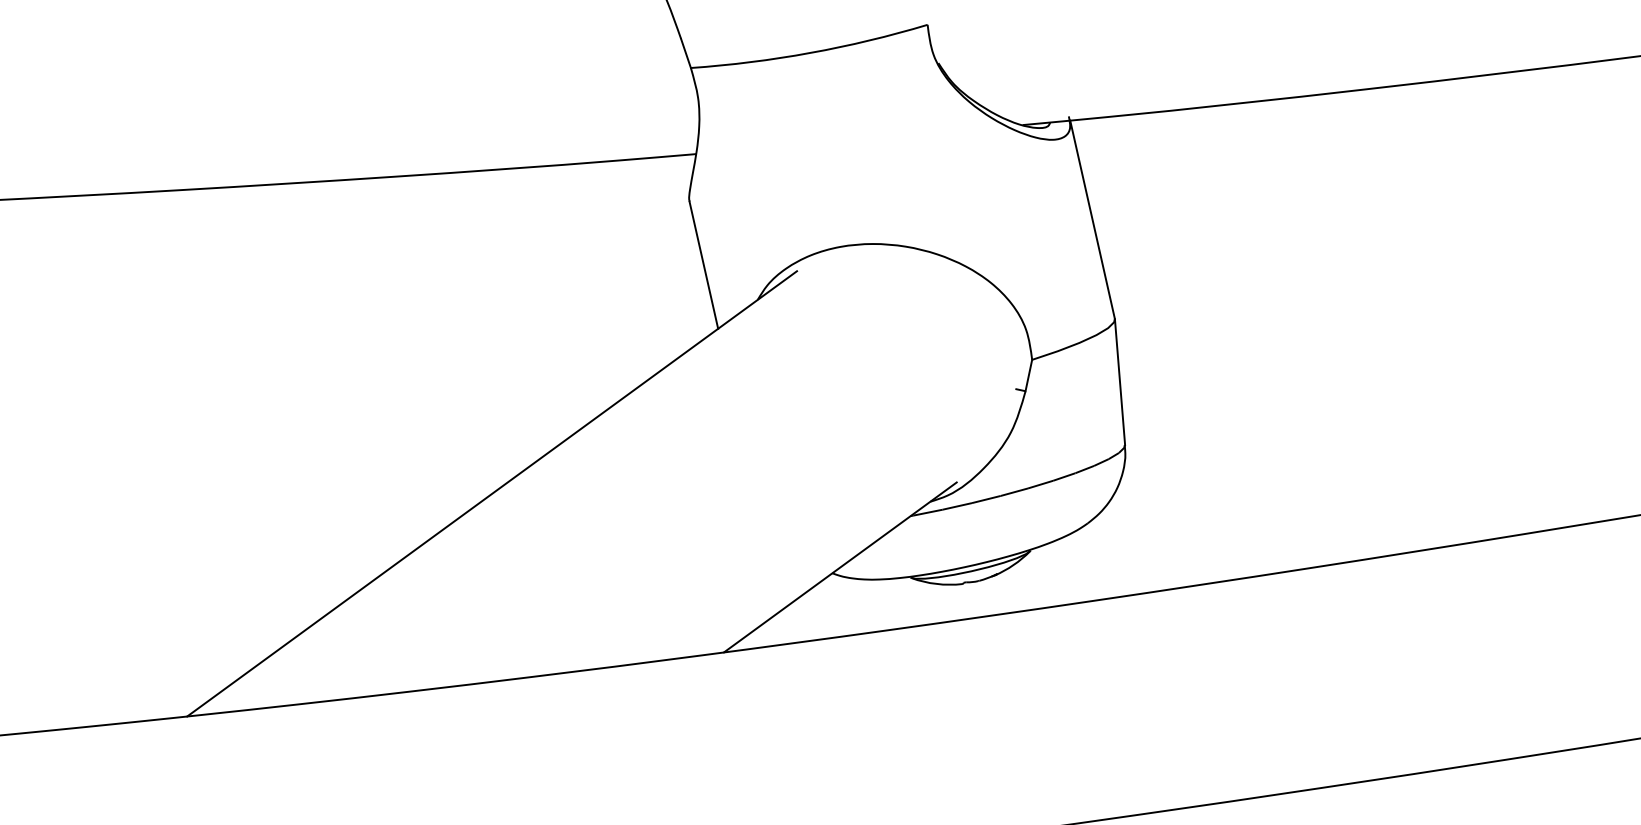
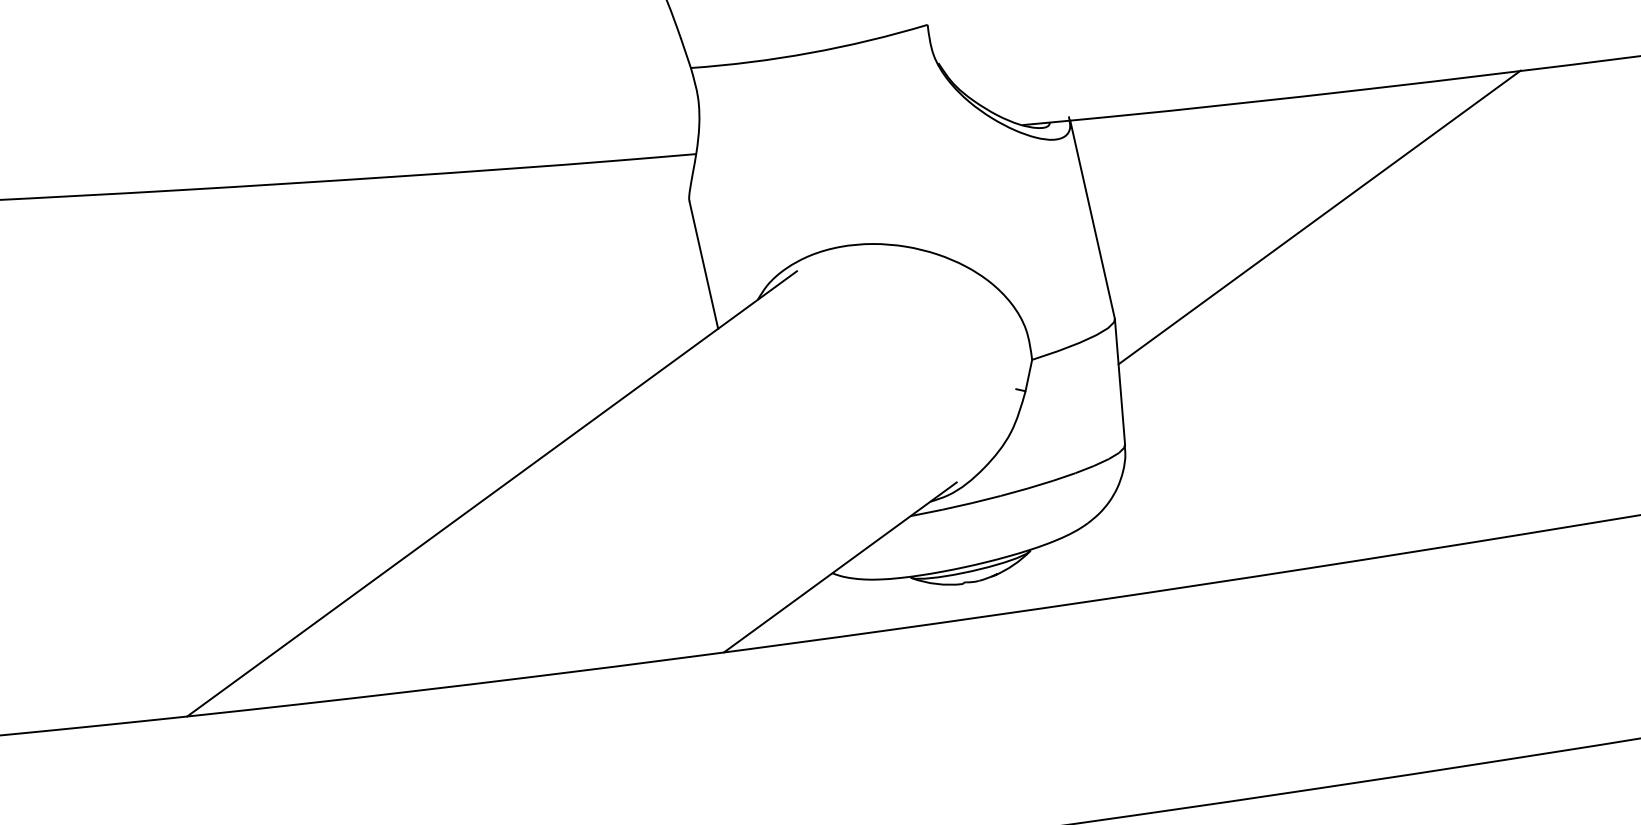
line at (1319, 217): none -> present
